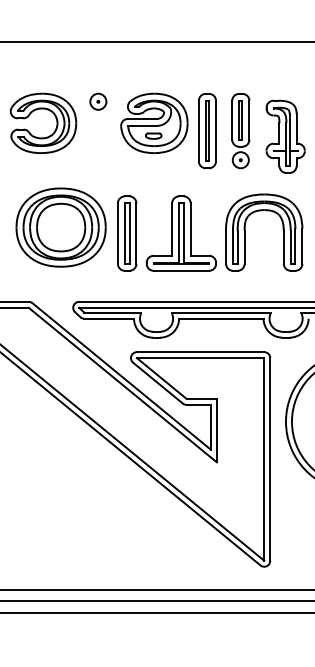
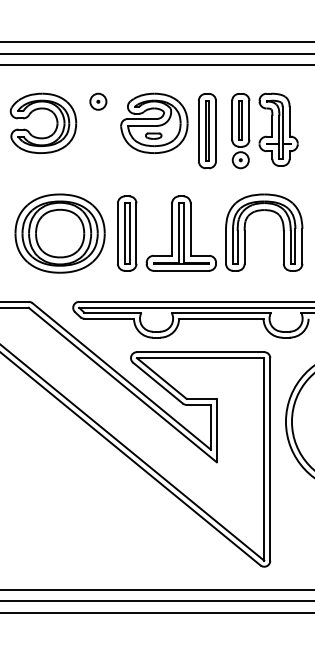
line at (156, 53): none -> present
line at (156, 64): none -> present
part at (285, 136) position: (285, 136) -> (278, 129)
part at (60, 227) position: (60, 227) -> (59, 233)
